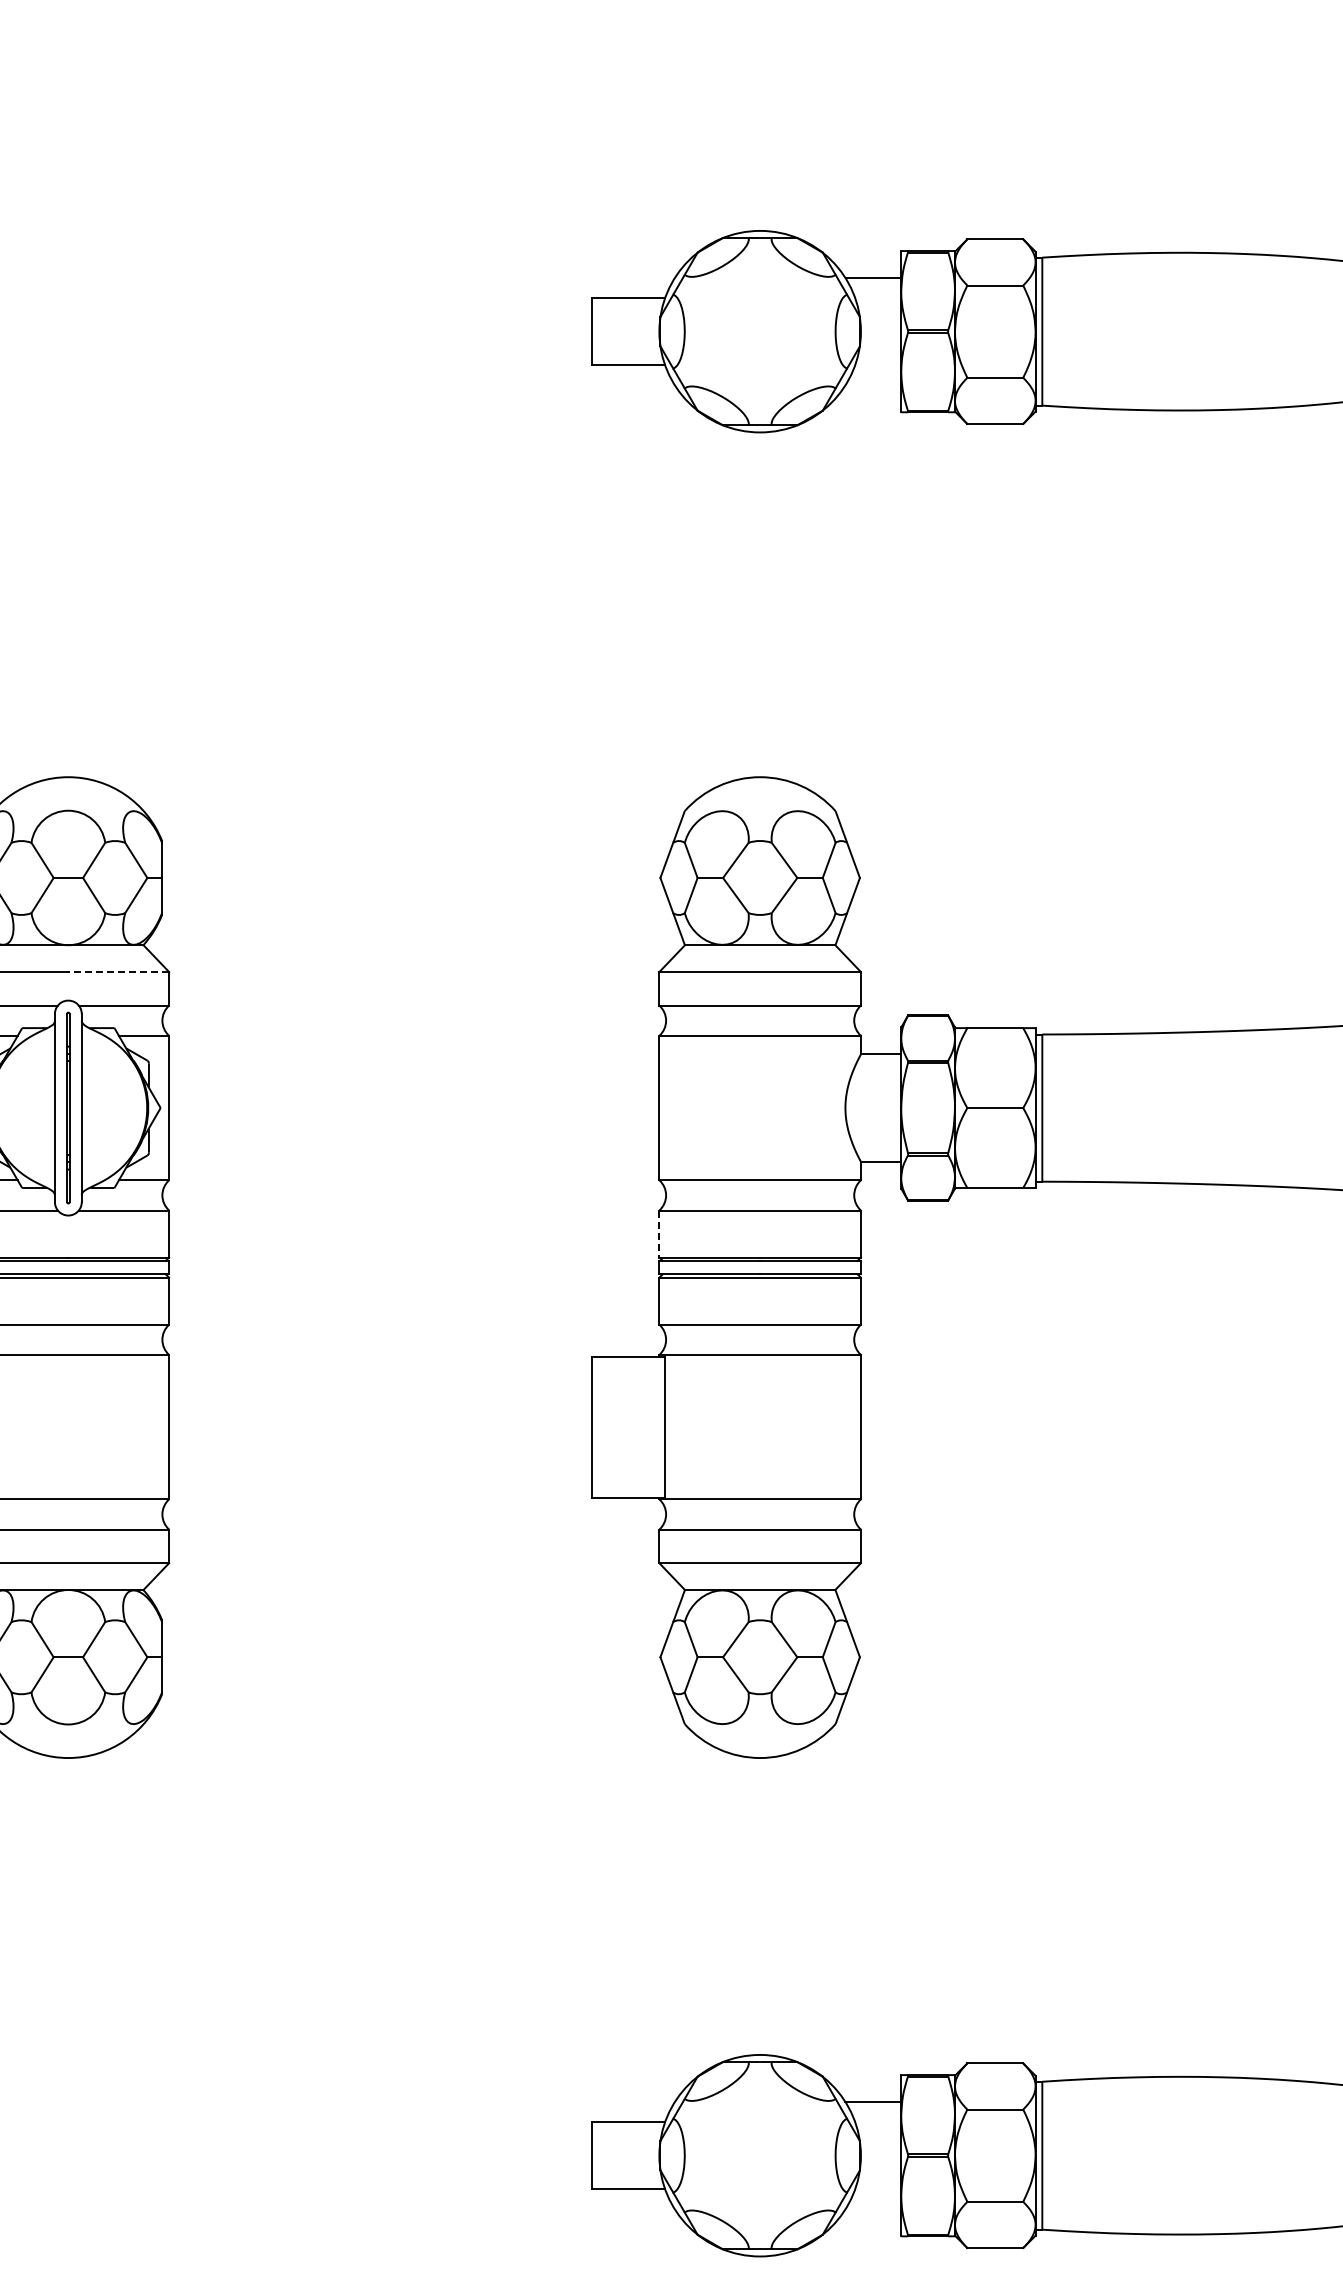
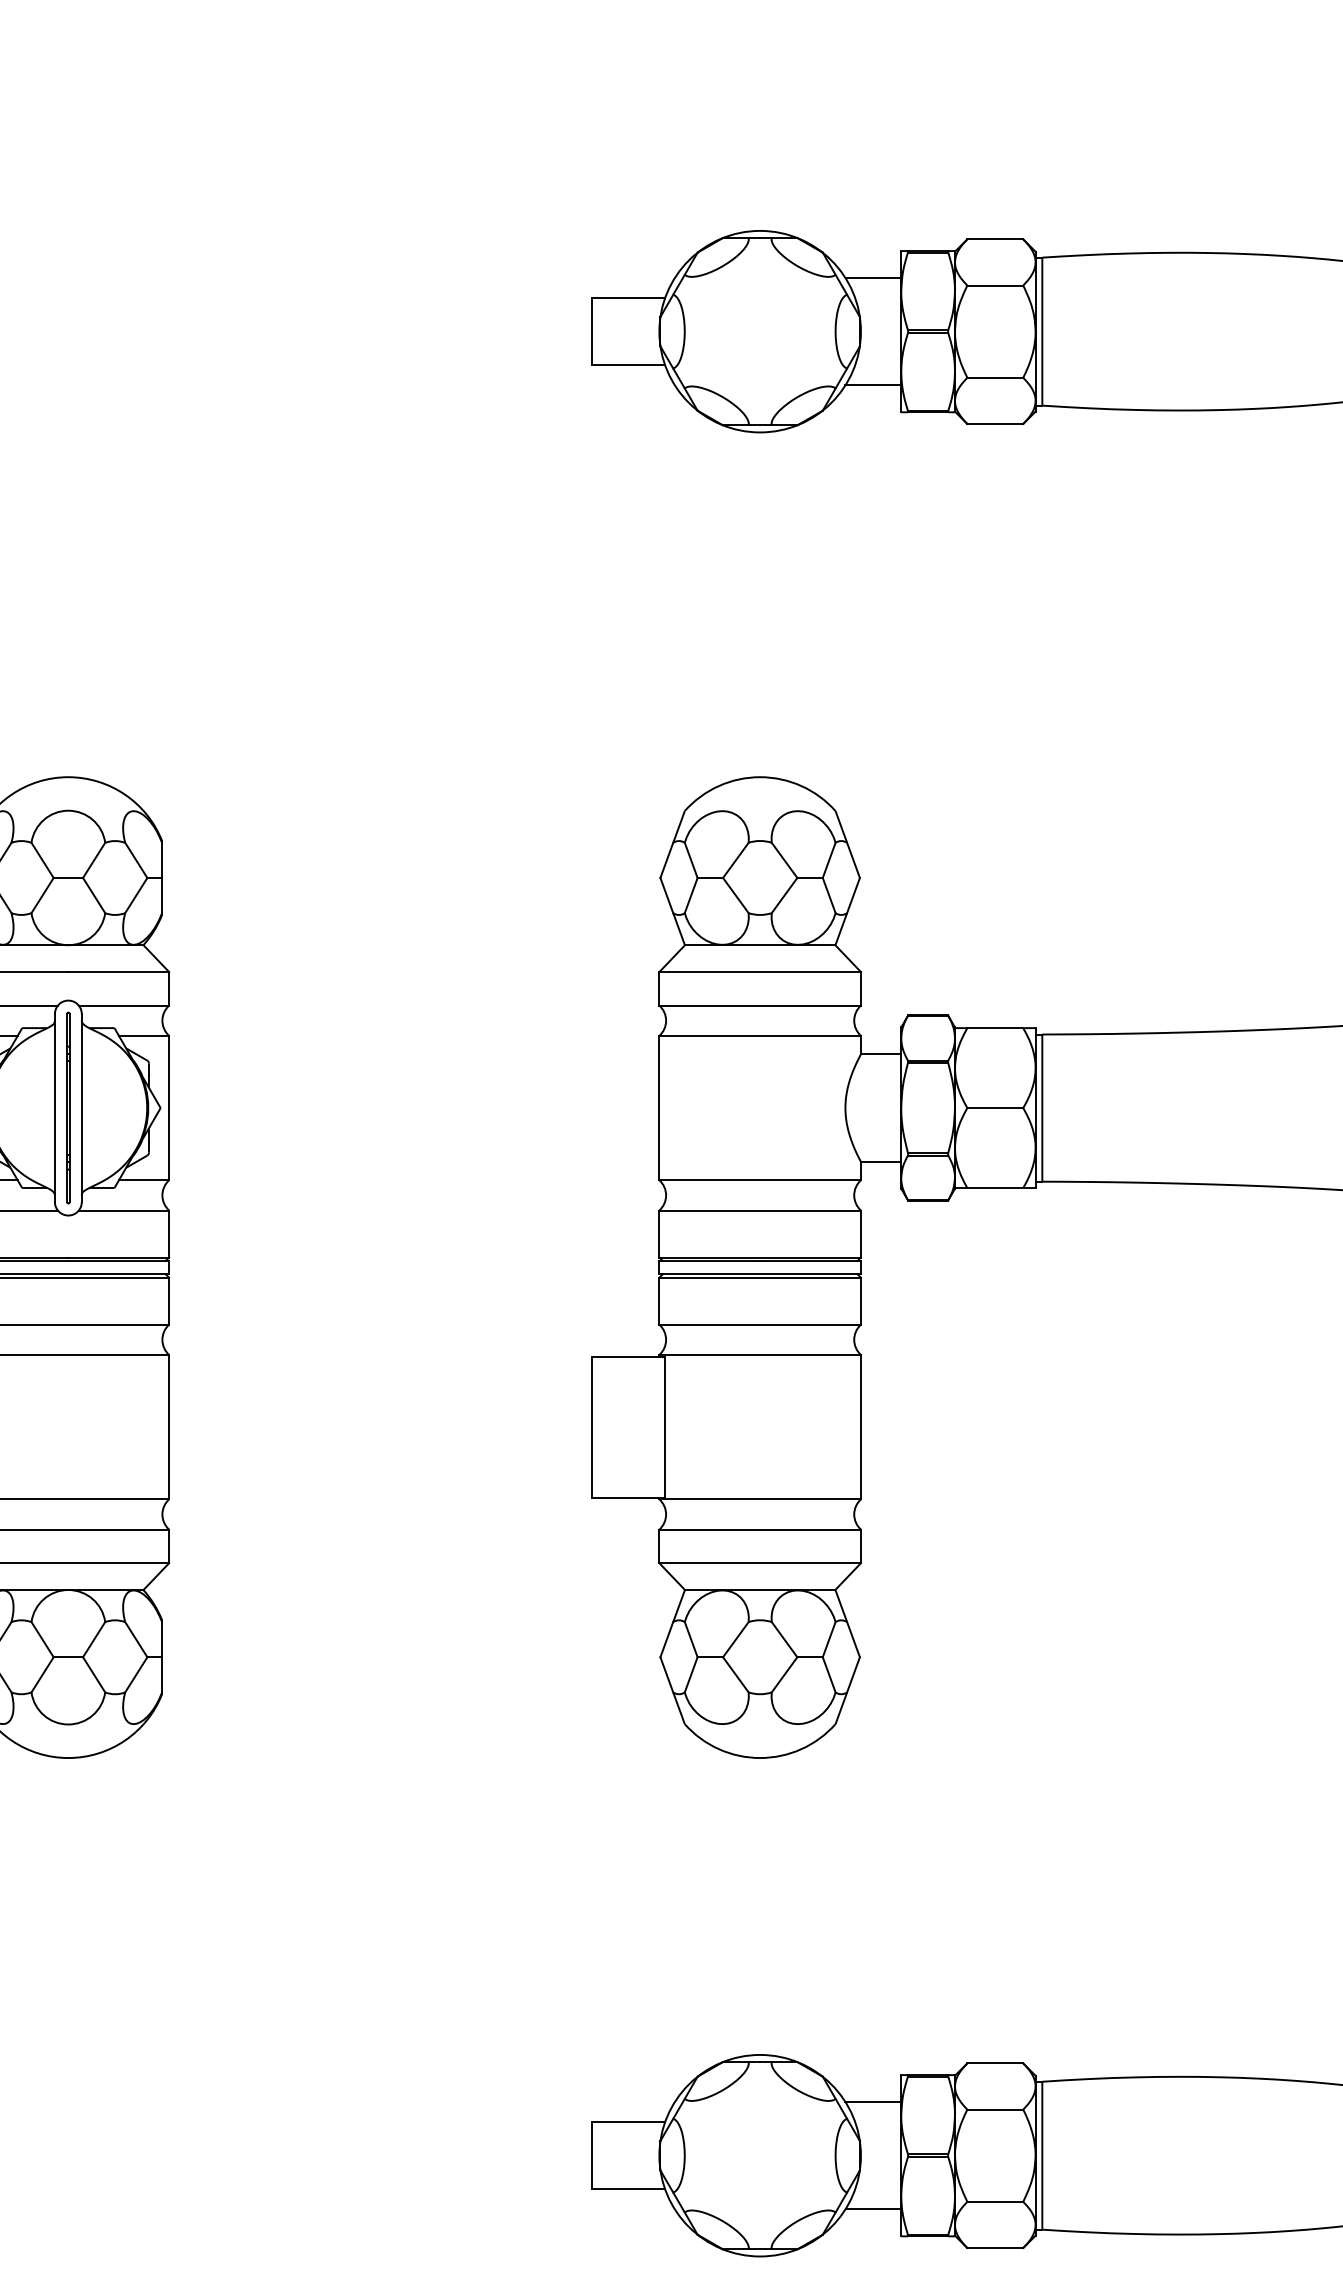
line at (873, 385): none -> present
line at (118, 972): dashed -> solid
line at (659, 1234): dashed -> solid
line at (873, 2209): none -> present
